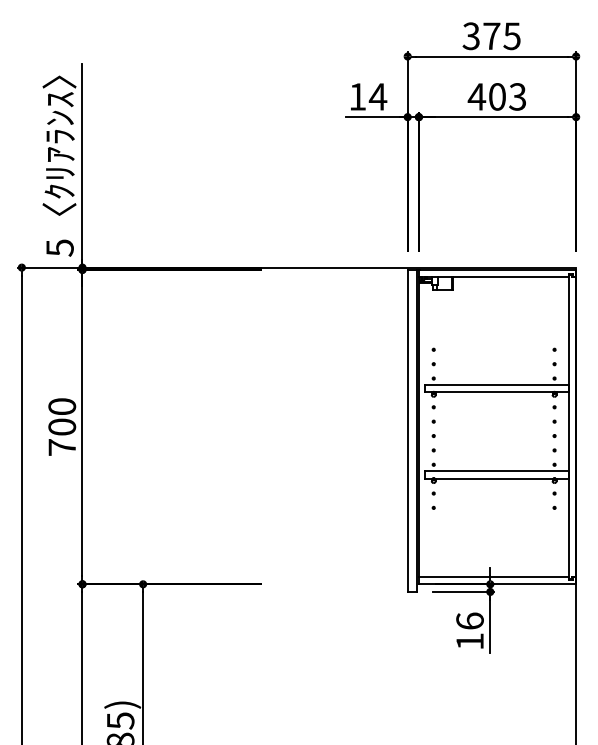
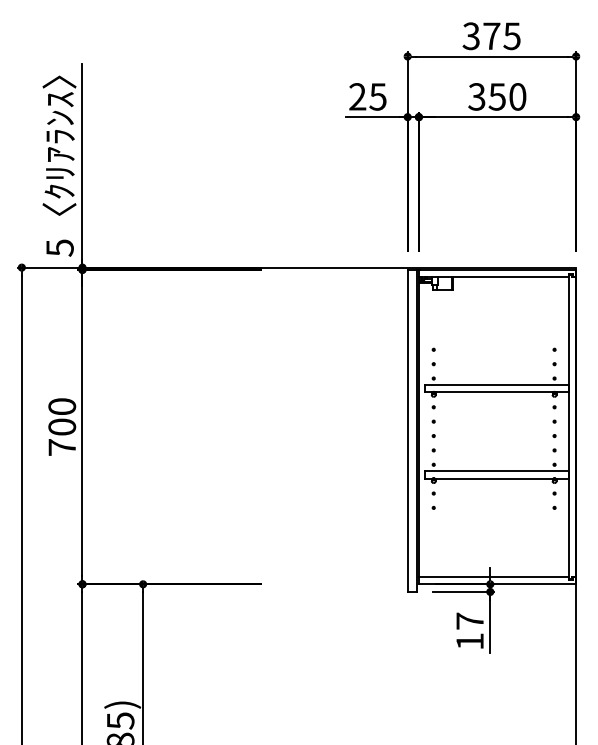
text at (368, 96): 14 -> 25
text at (496, 96): 403 -> 350
text at (469, 620): 16 -> 17
